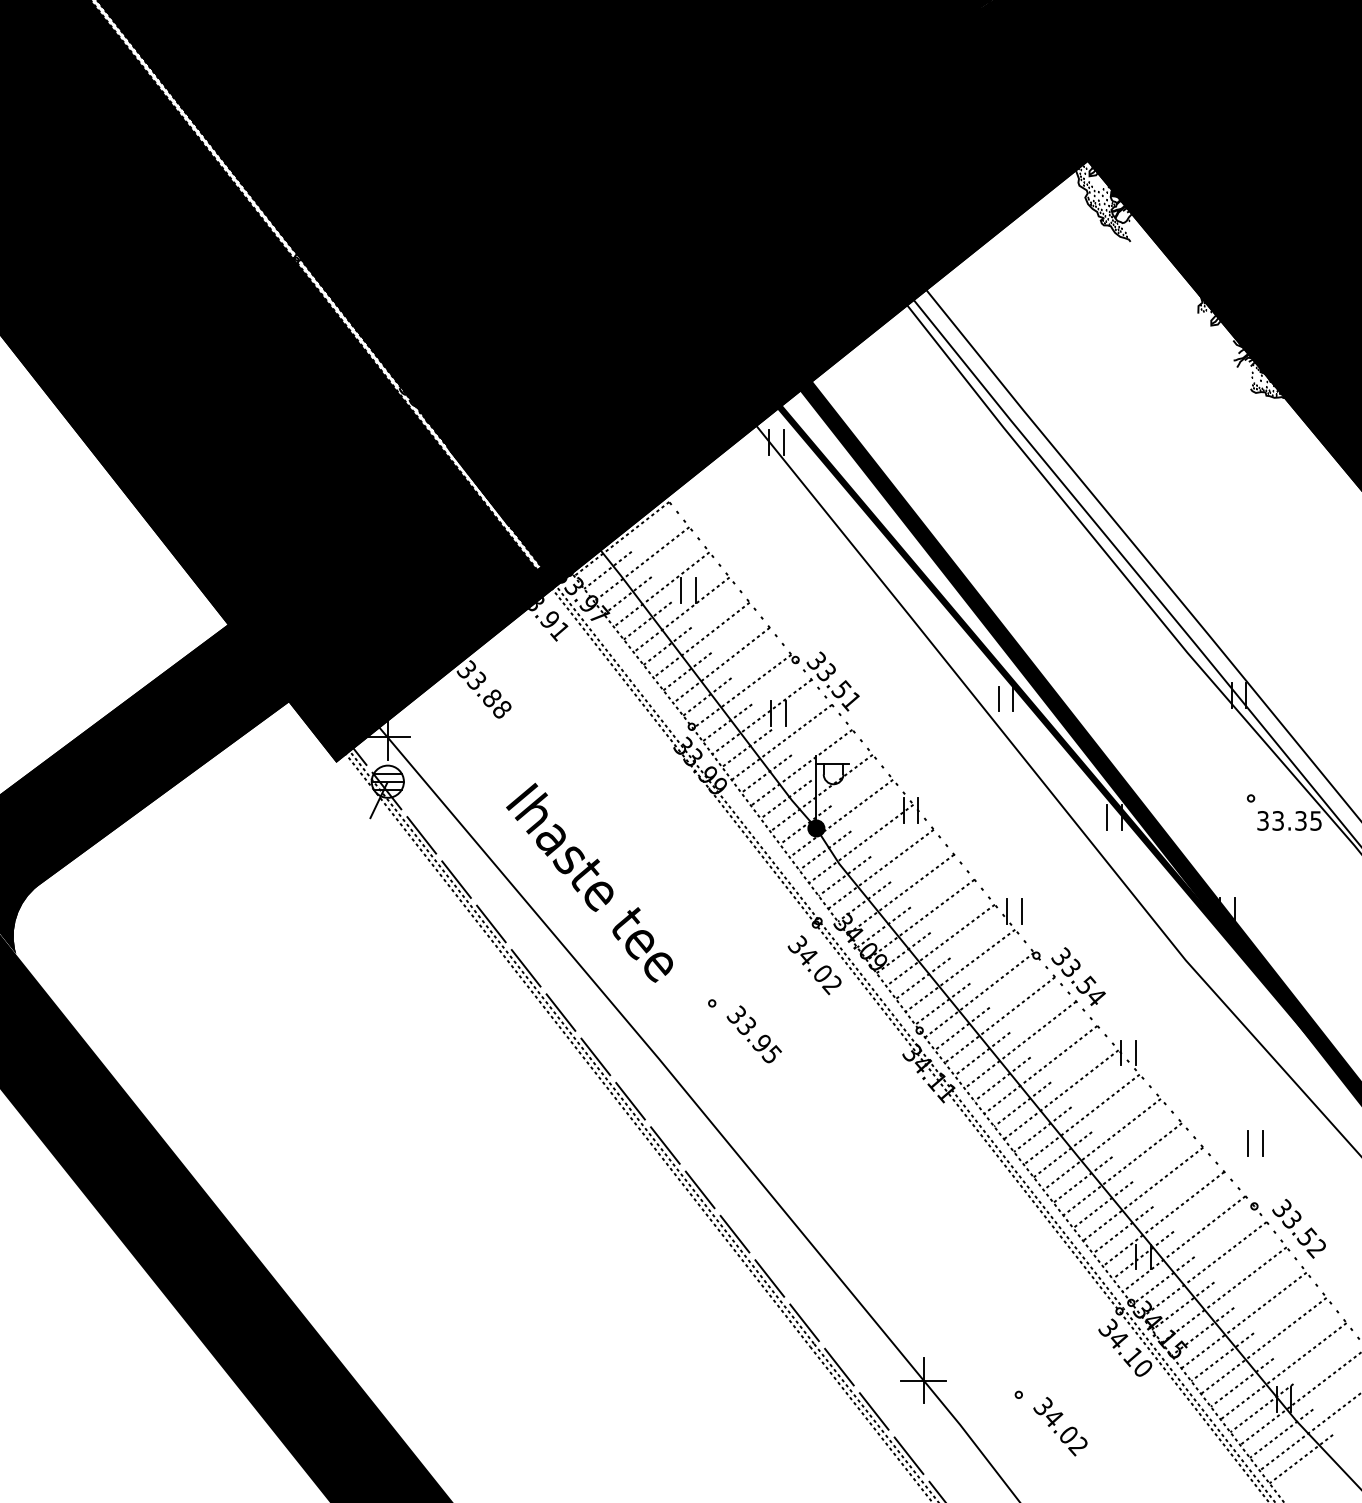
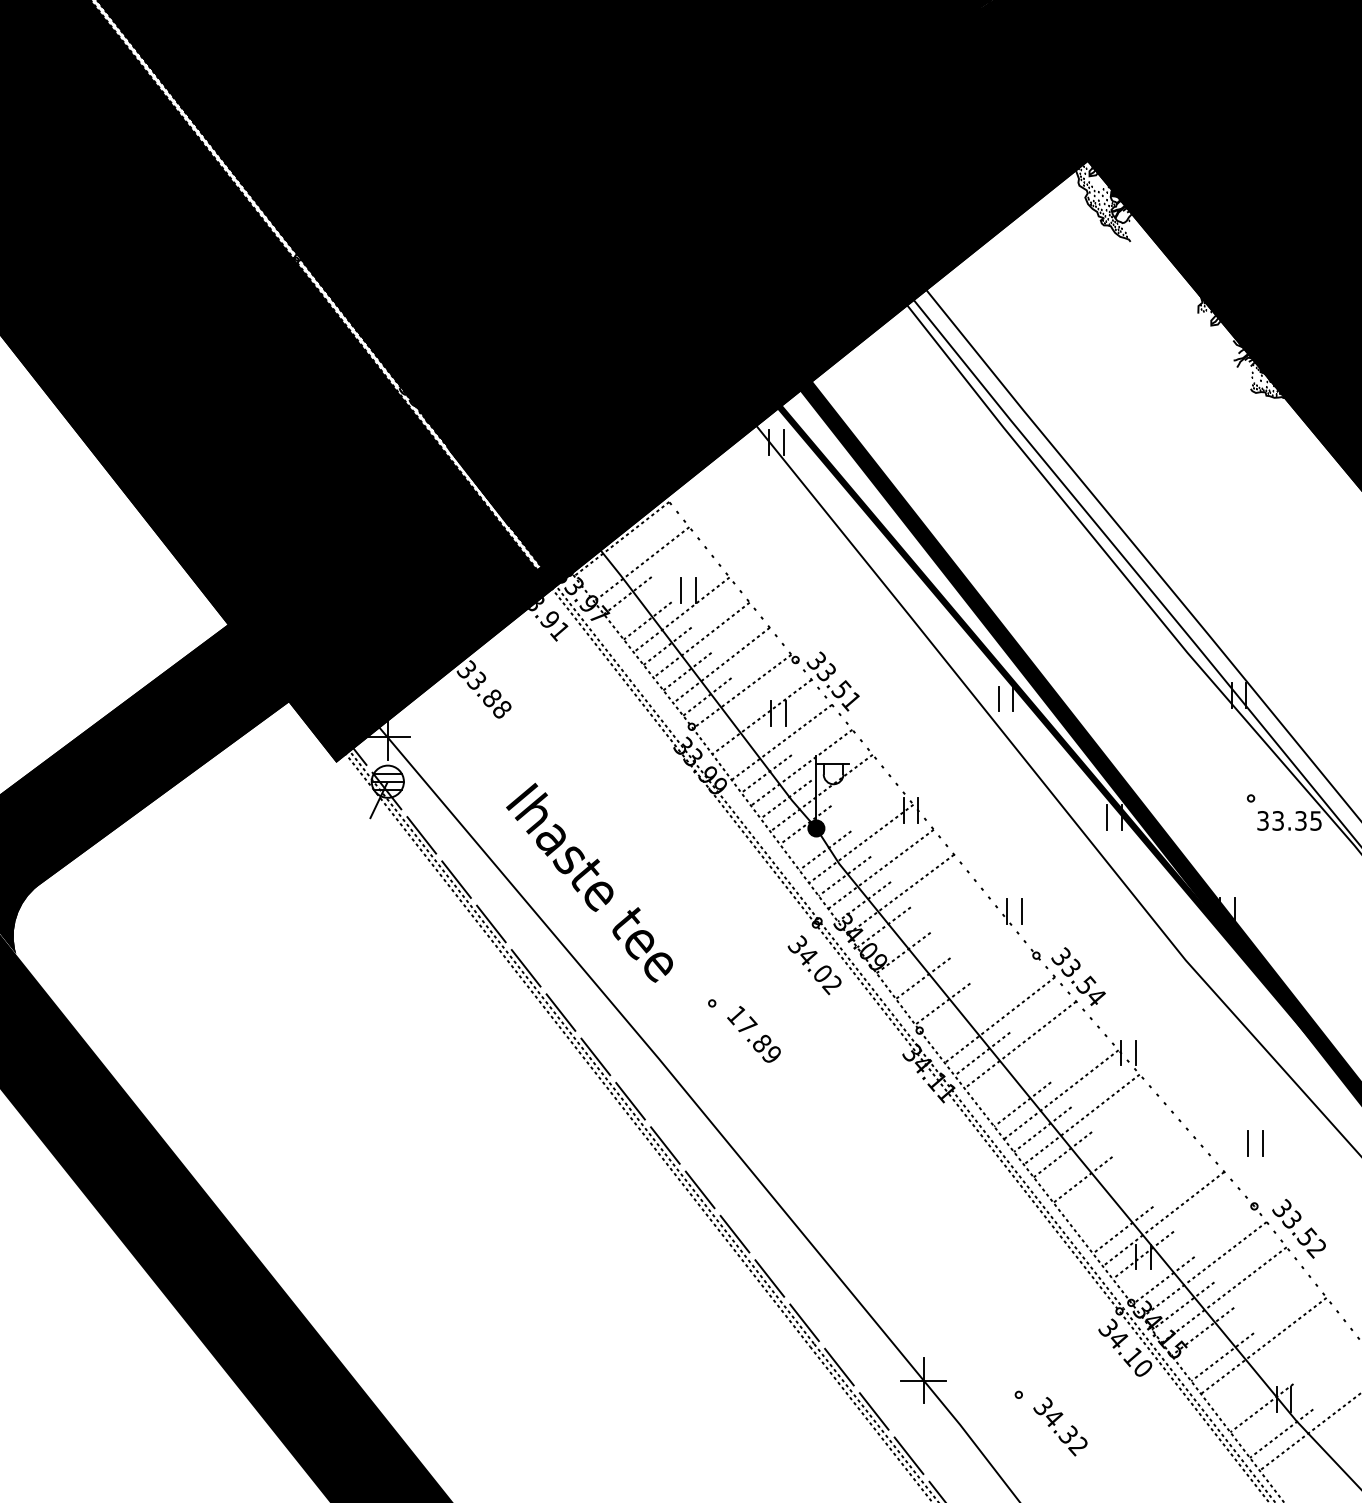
line at (607, 569): present -> none
line at (661, 589): present -> none
line at (727, 722): present -> none
line at (746, 748): present -> none
line at (841, 818): present -> none
line at (920, 919): present -> none
line at (940, 945): present -> none
line at (960, 970): present -> none
line at (979, 994): present -> none
line at (961, 1028): present -> none
text at (754, 1034): 33.95 -> 17.89
line at (1040, 1069): present -> none
line at (1002, 1079): present -> none
line at (1101, 1144): present -> none
line at (1122, 1169): present -> none
line at (1143, 1193): present -> none
line at (1102, 1204): present -> none
line at (1183, 1243): present -> none
line at (1243, 1320): present -> none
line at (1283, 1371): present -> none
line at (1241, 1382): present -> none
line at (1299, 1399): present -> none
text at (1067, 1434): 34.02 -> 34.32
line at (1301, 1458): present -> none
